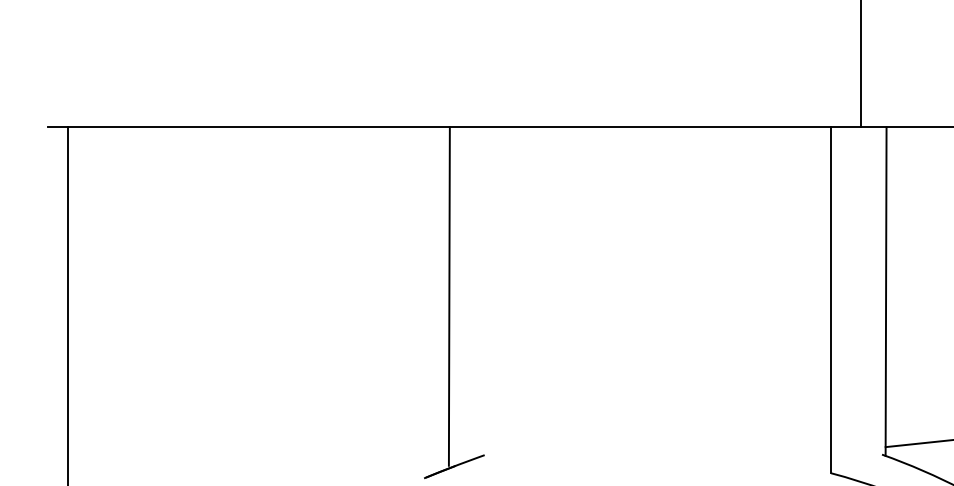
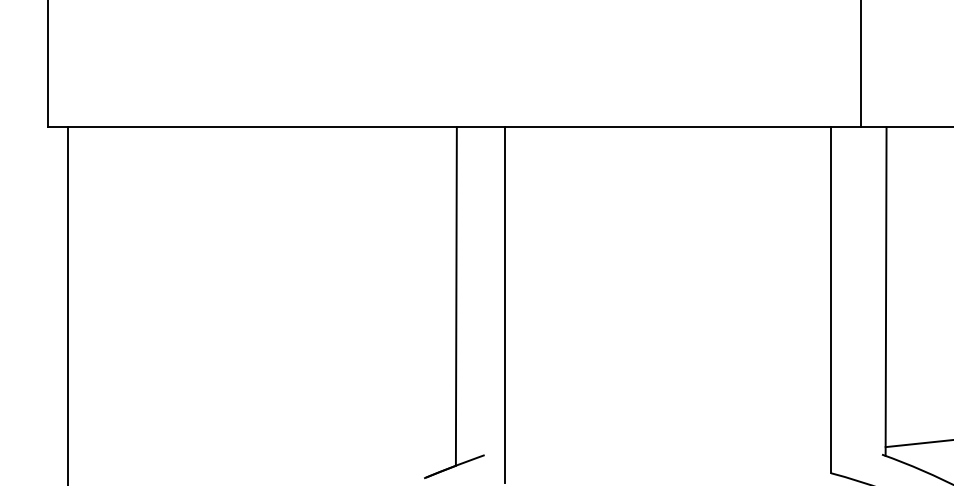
line at (47, 64): none -> present
line at (448, 296) position: (448, 296) -> (455, 296)
line at (504, 304): none -> present
